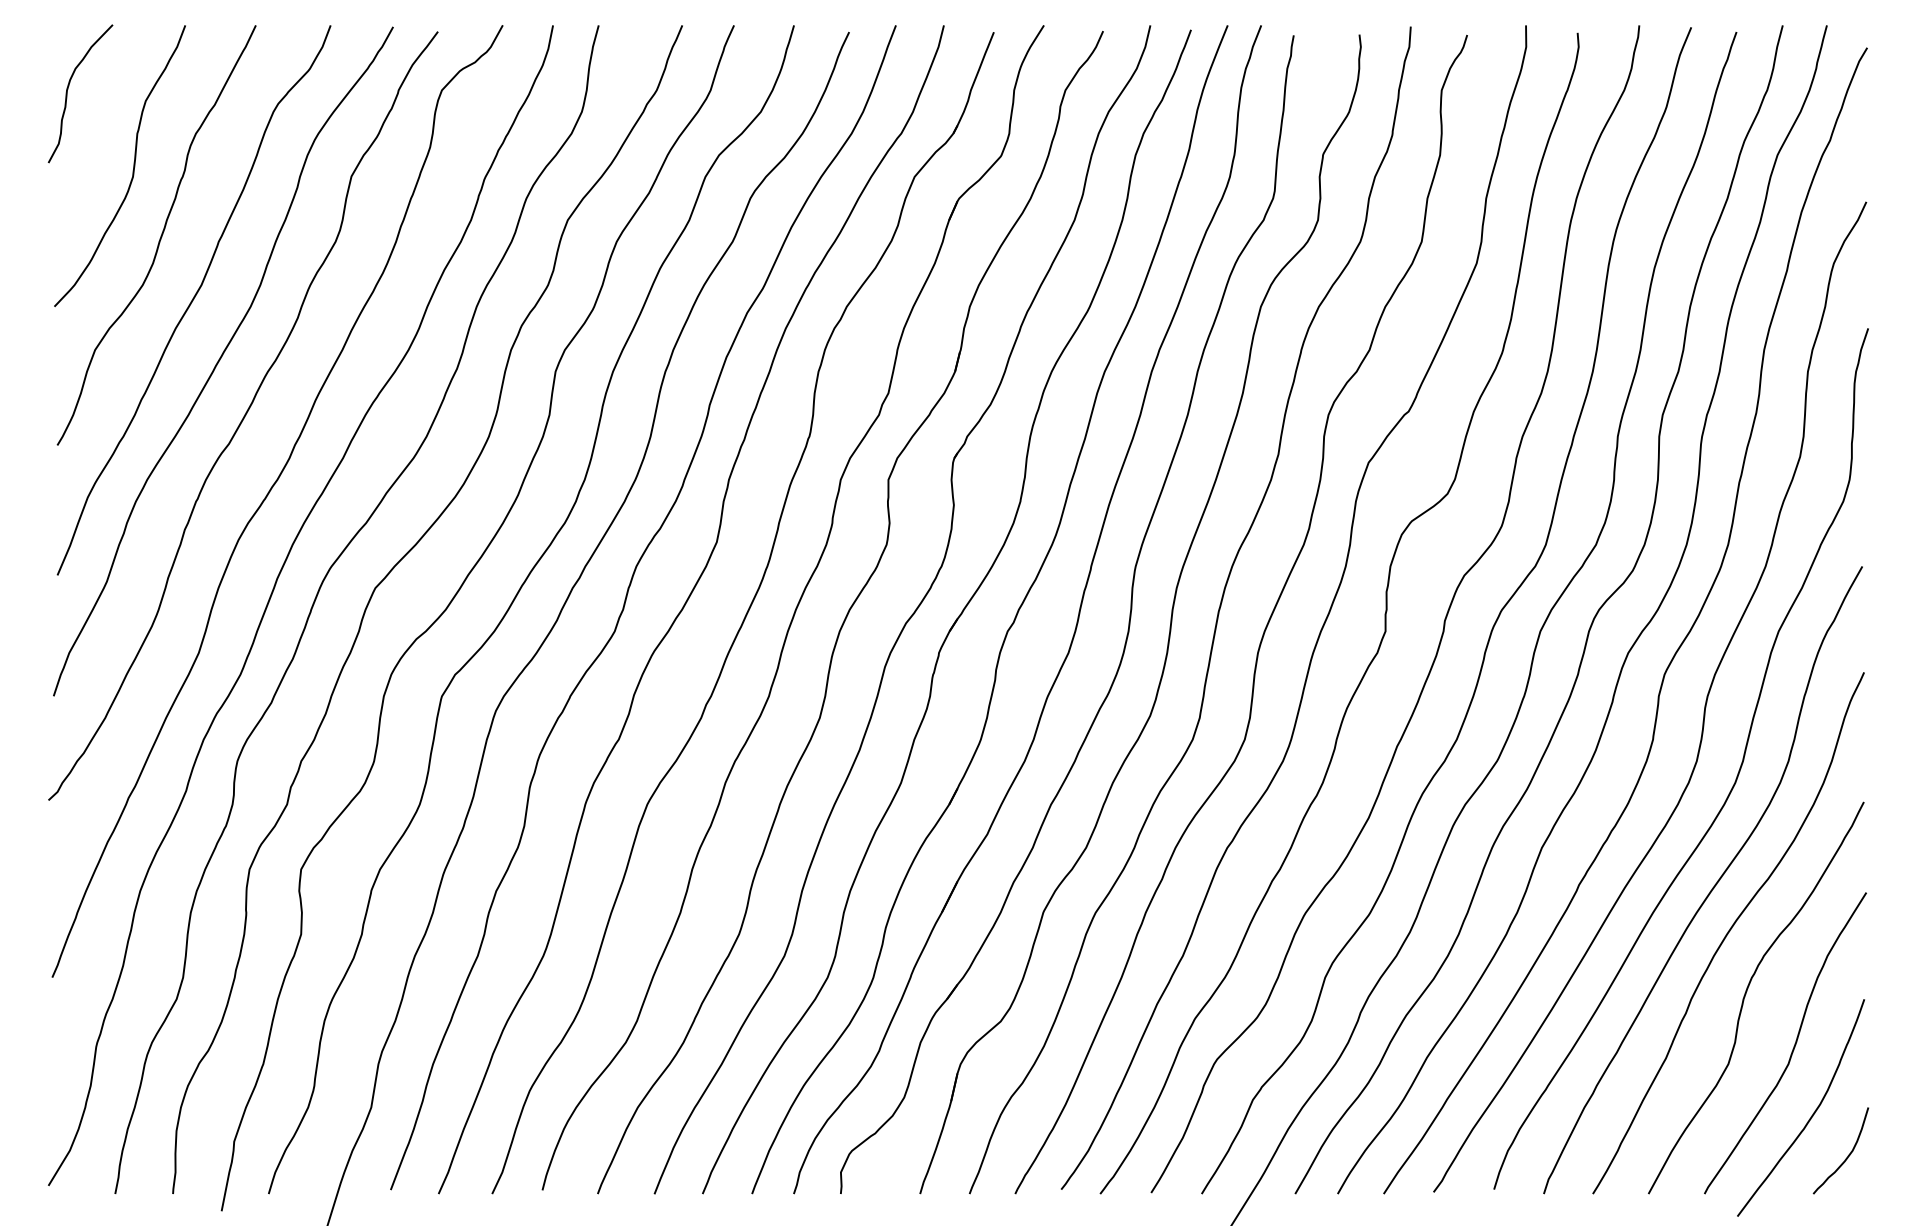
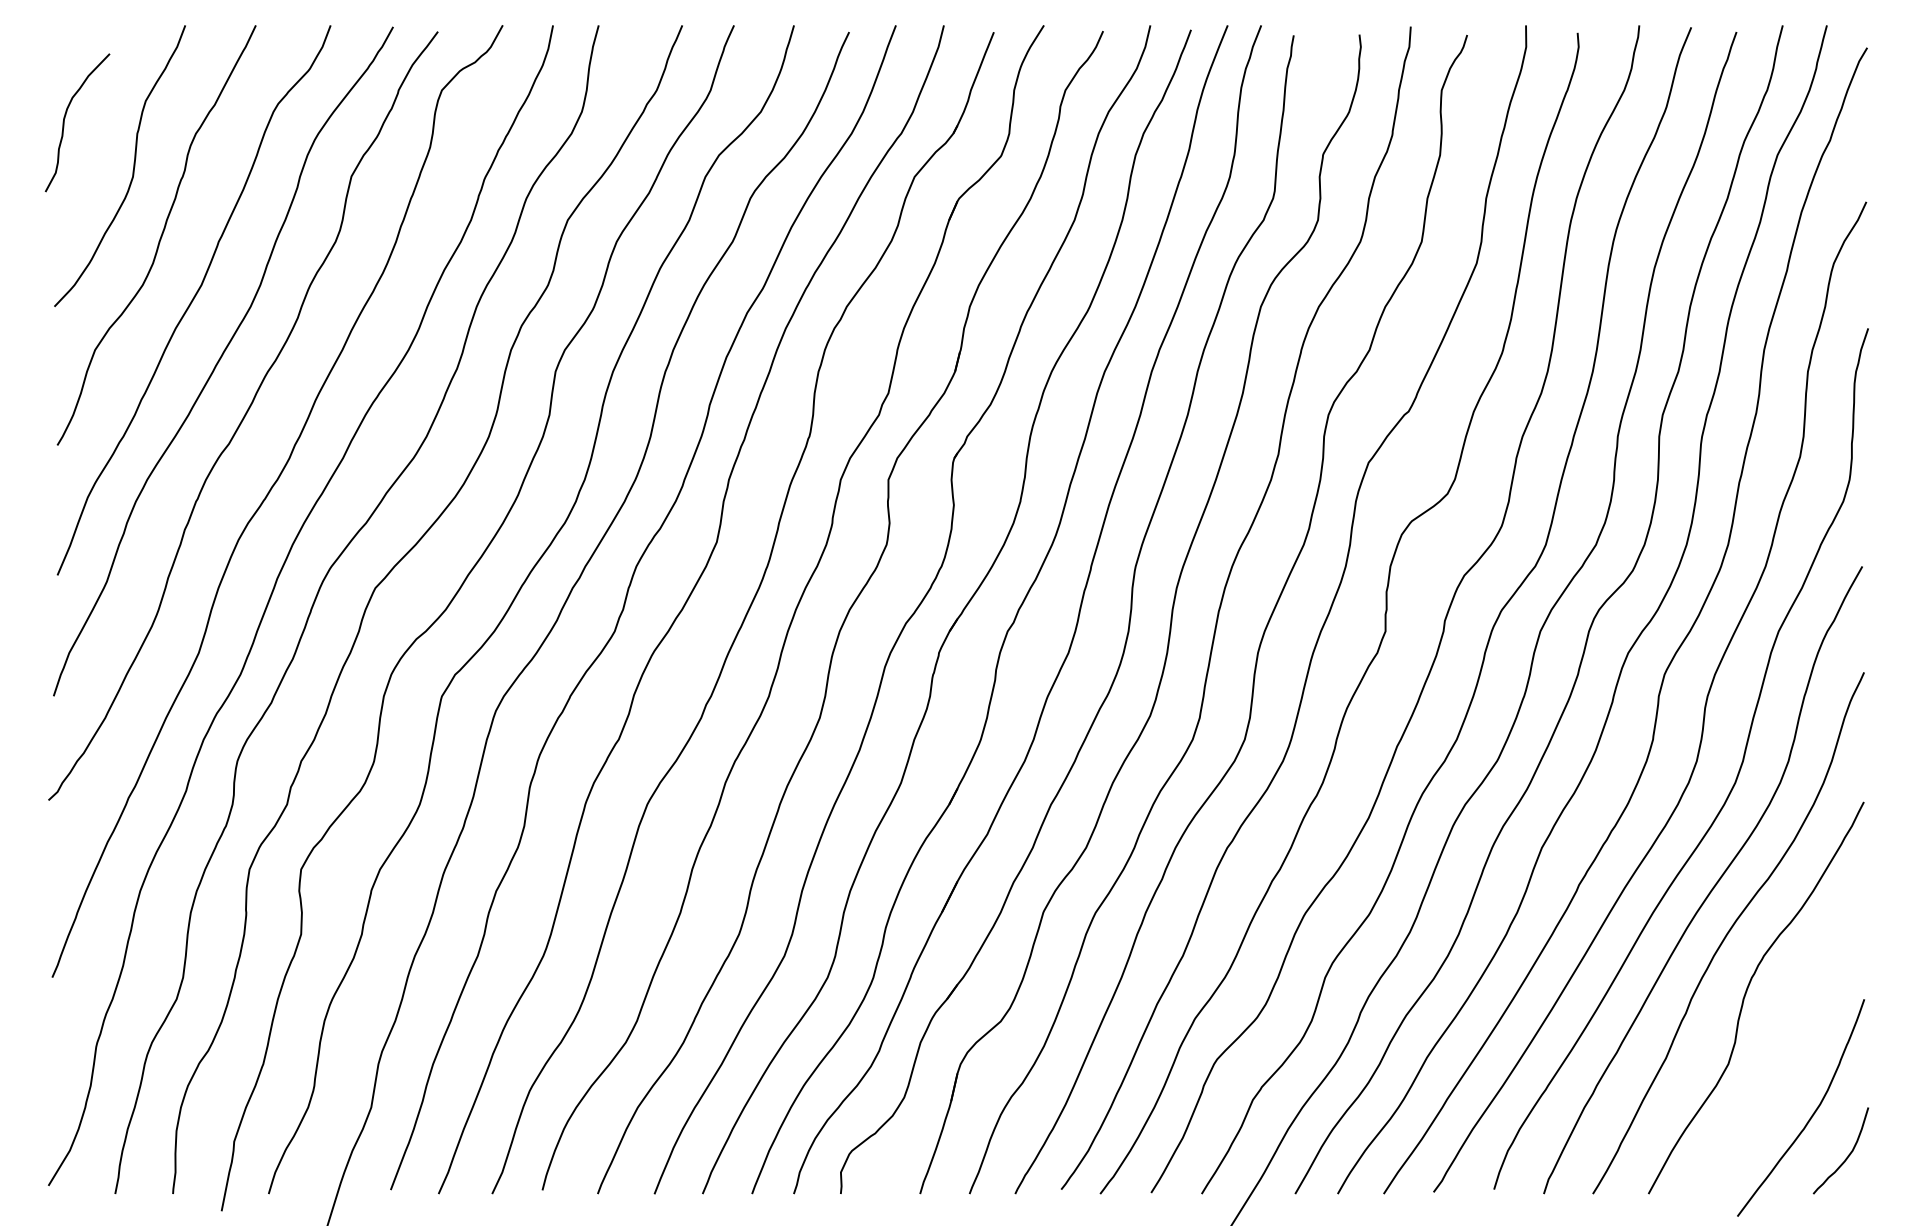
curve at (68, 89) position: (68, 89) -> (65, 118)
curve at (1793, 1046): present -> none
